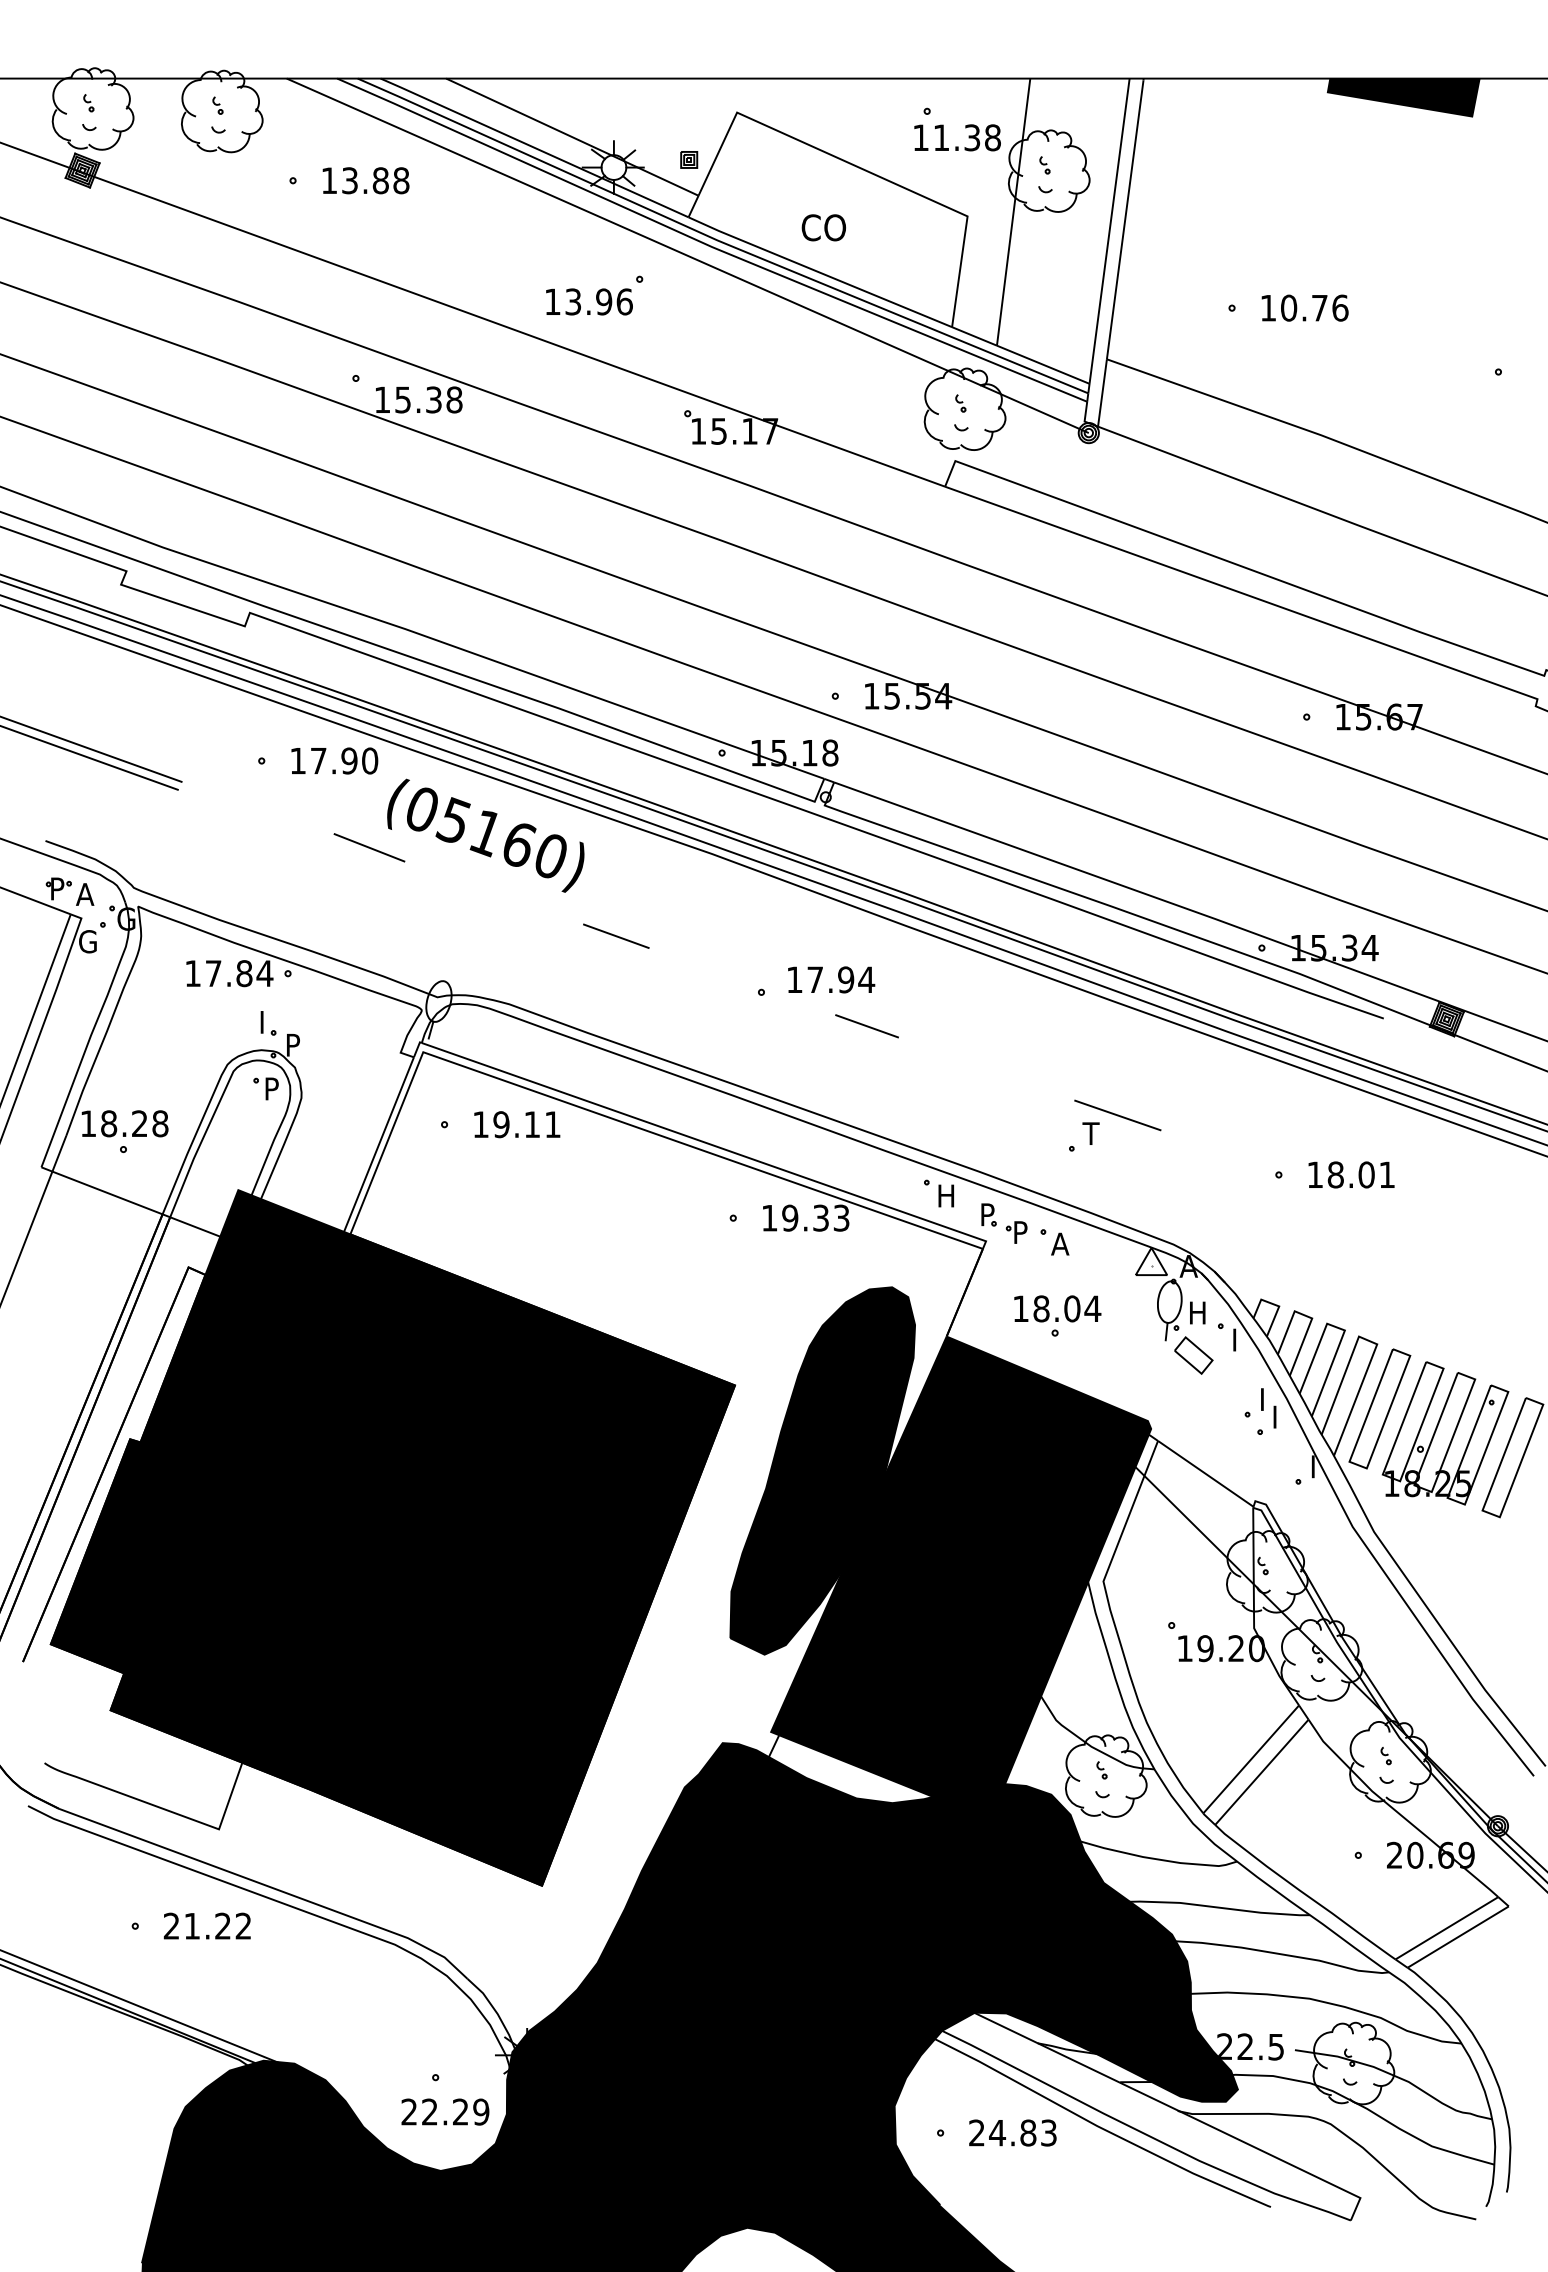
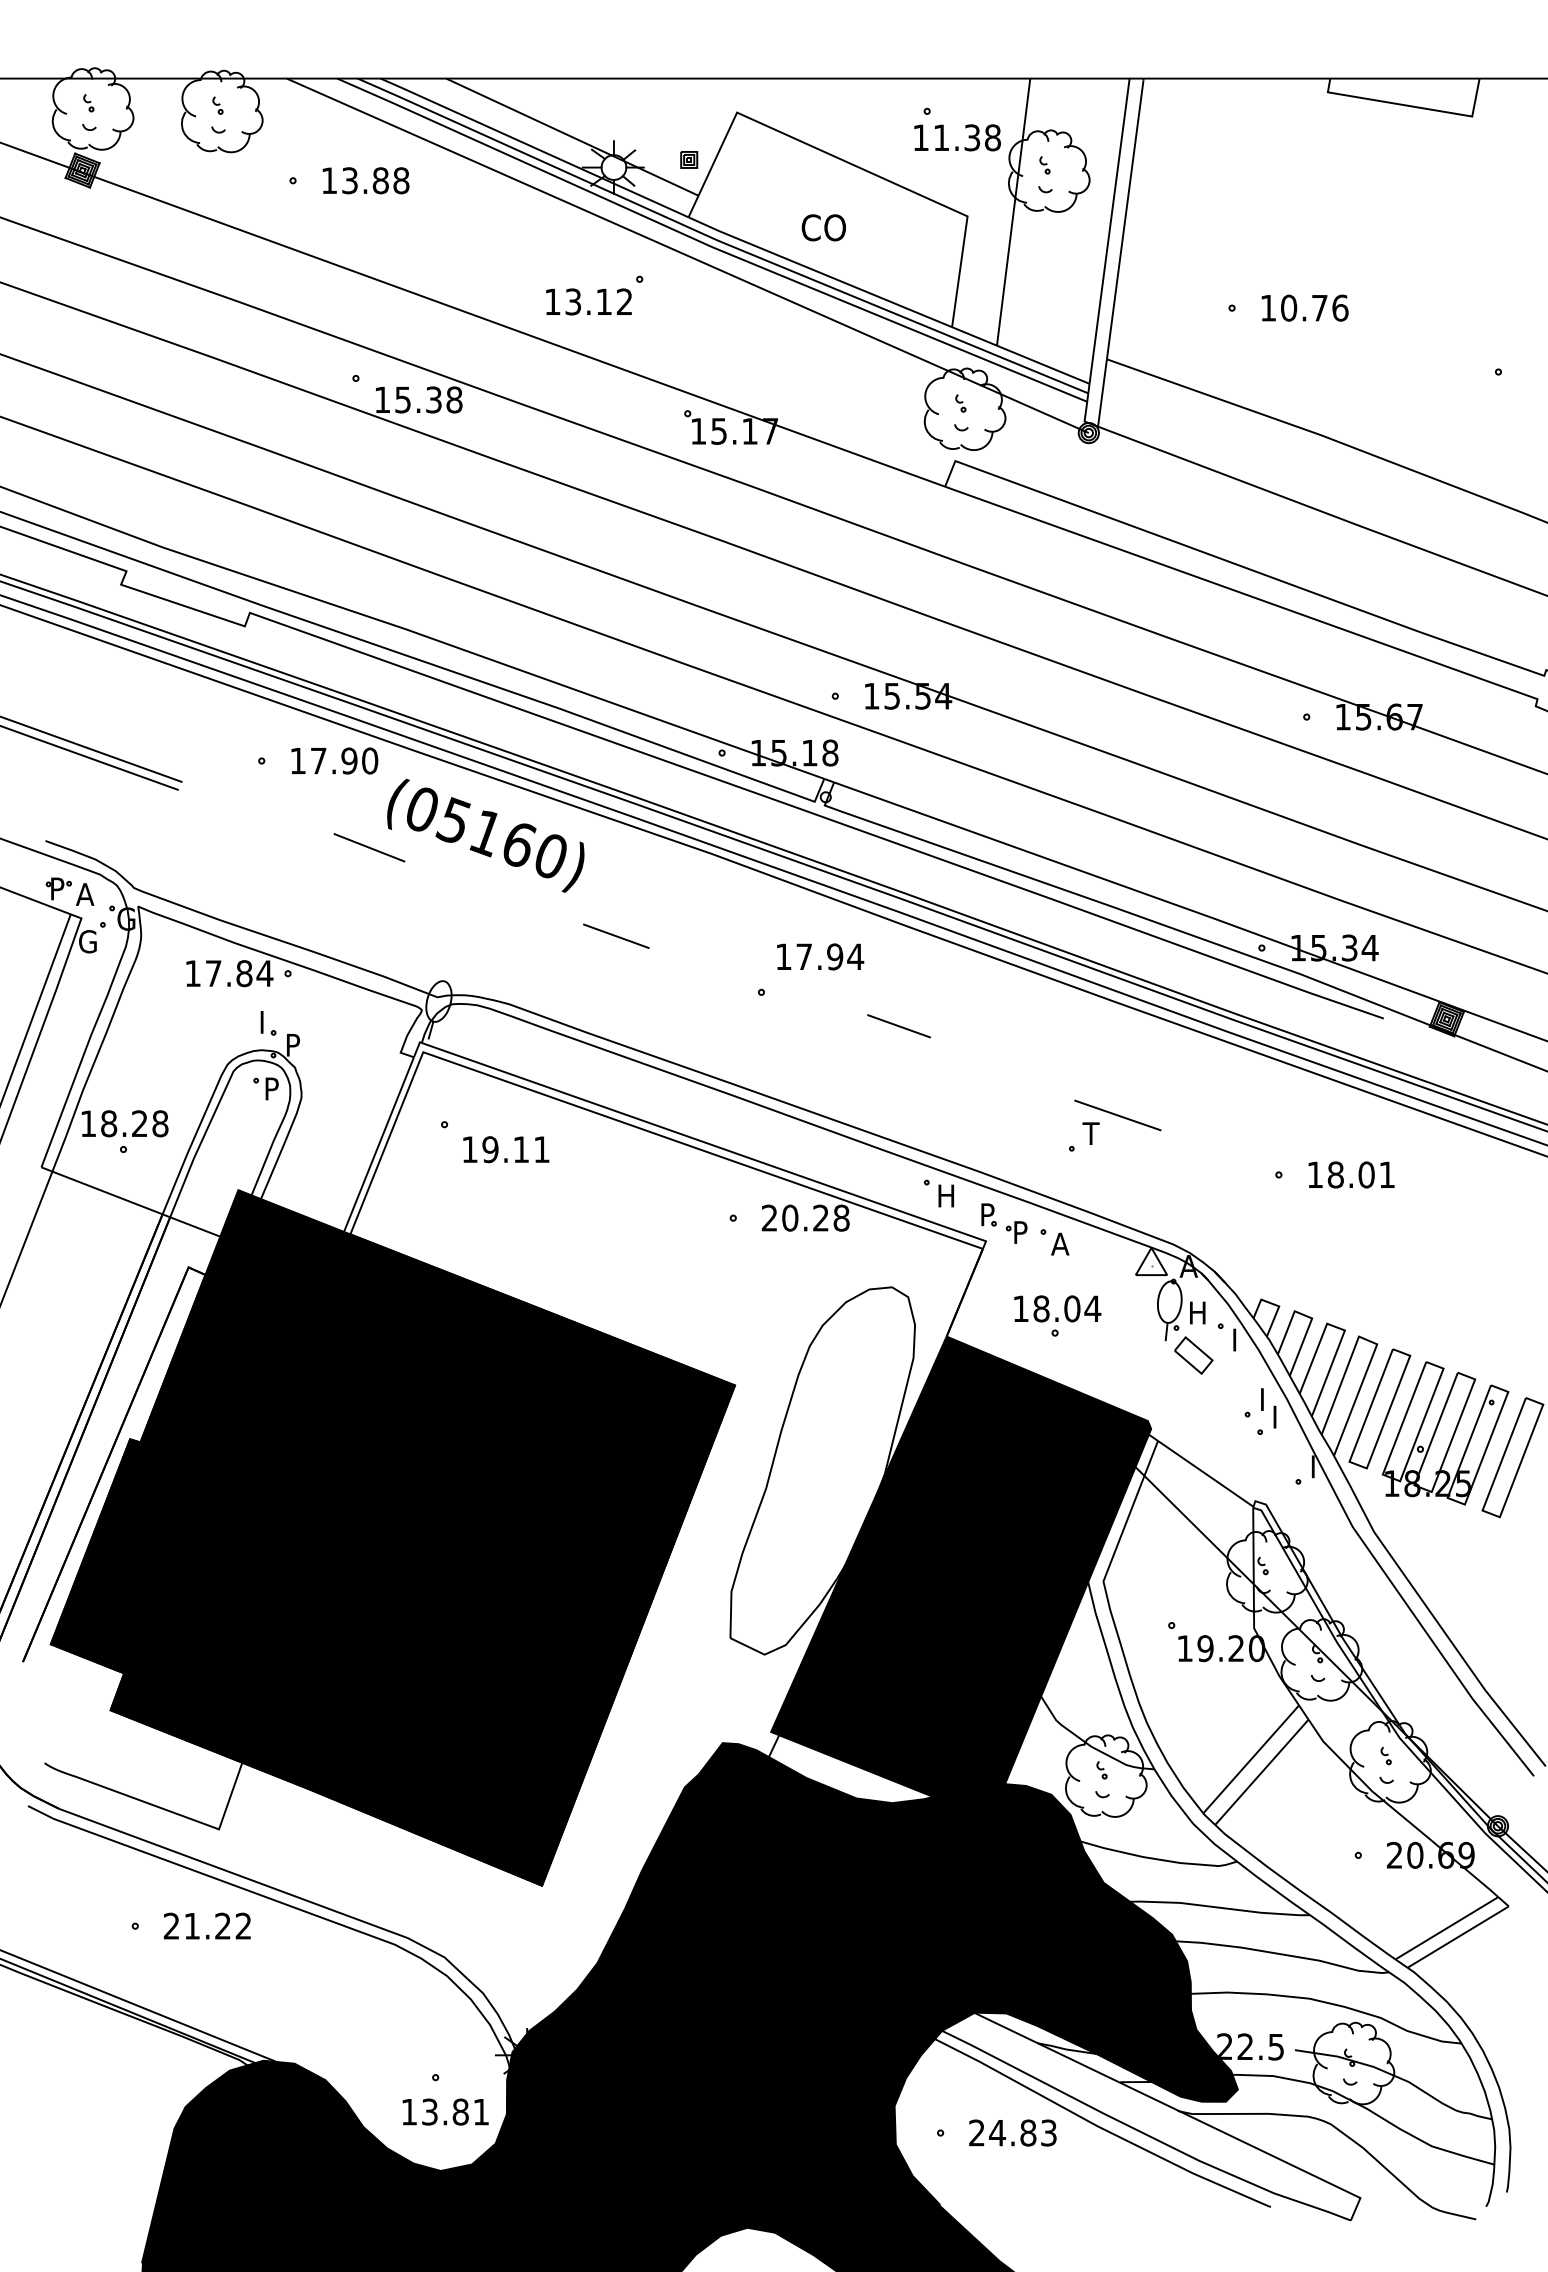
fill at (1403, 97): present -> none
text at (614, 301): 13.96 -> 13.12
text at (831, 979) position: (831, 979) -> (820, 956)
line at (866, 1026) position: (866, 1026) -> (898, 1026)
text at (517, 1124) position: (517, 1124) -> (506, 1149)
text at (805, 1217): 19.33 -> 20.28
fill at (822, 1470): present -> none
text at (445, 2111): 22.29 -> 13.81
